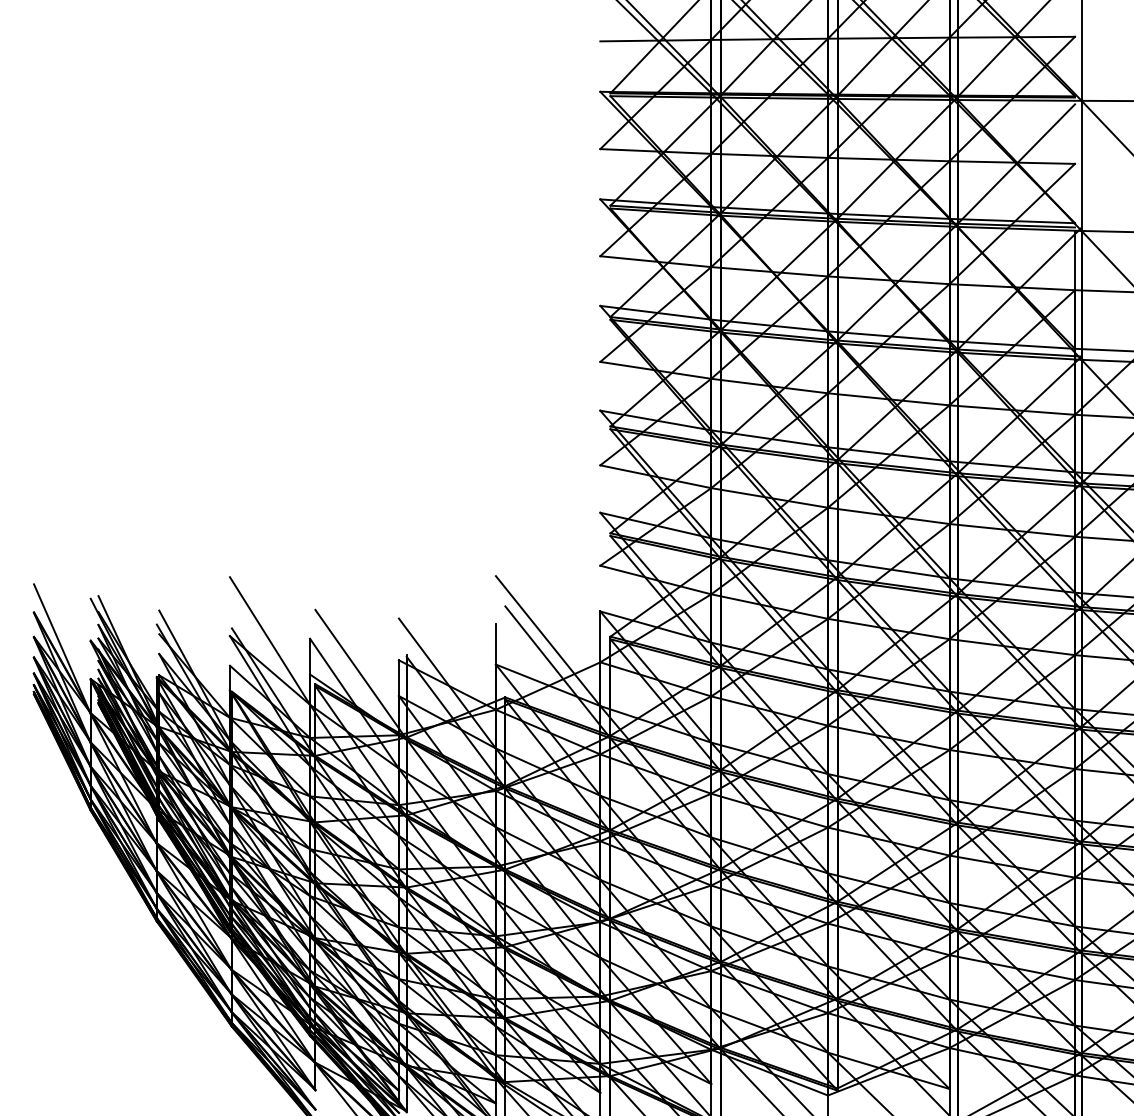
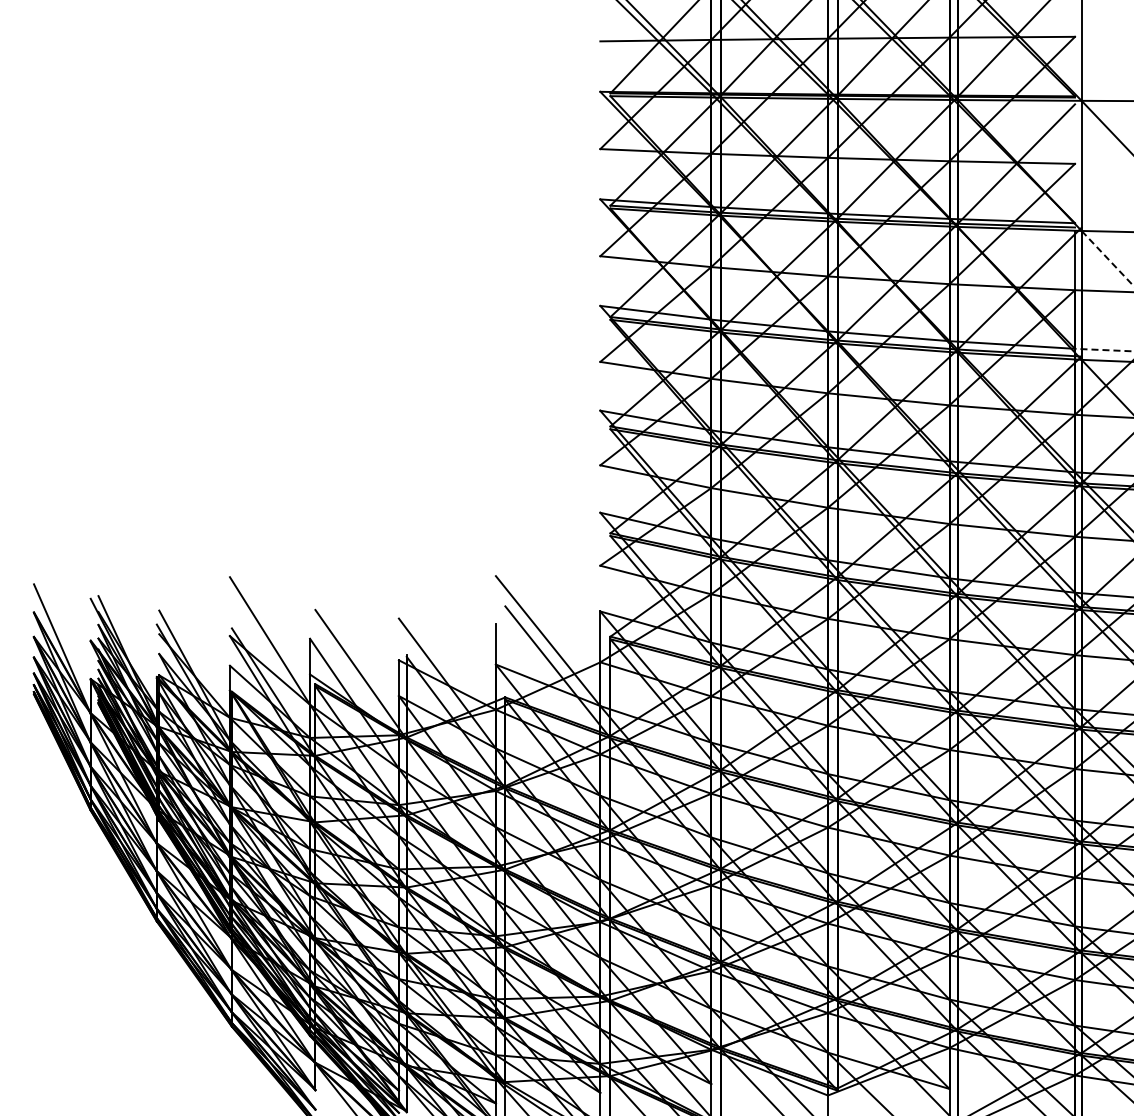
line at (1107, 258): solid -> dashed
line at (1103, 350): solid -> dashed
